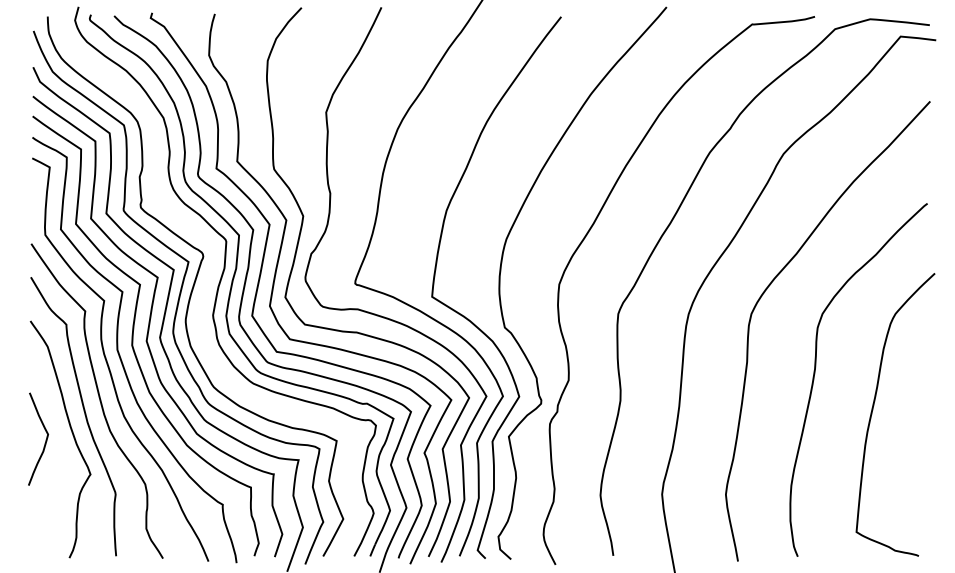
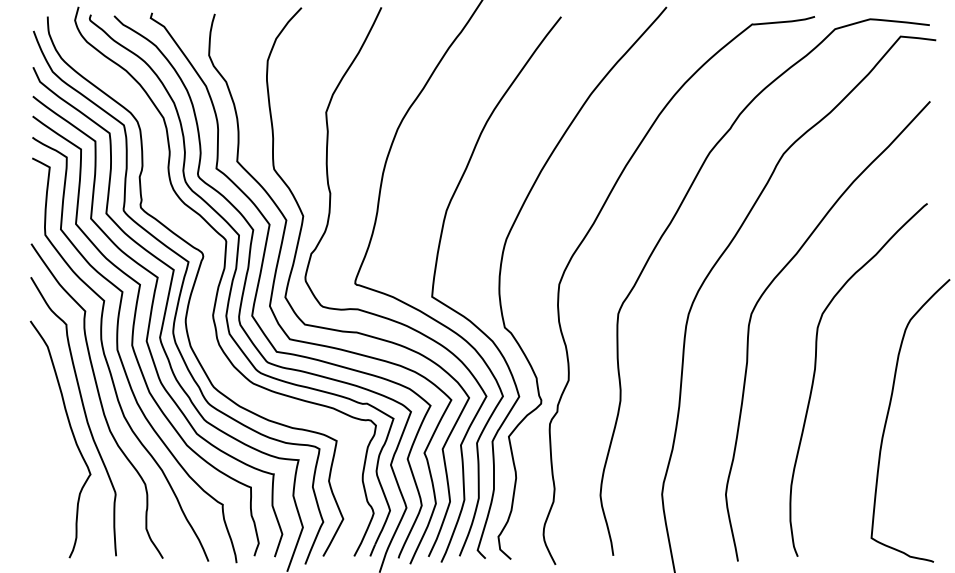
curve at (873, 410) position: (873, 410) -> (888, 416)
curve at (45, 439): present -> none
